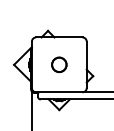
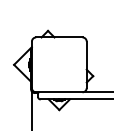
part at (59, 64): present -> none
